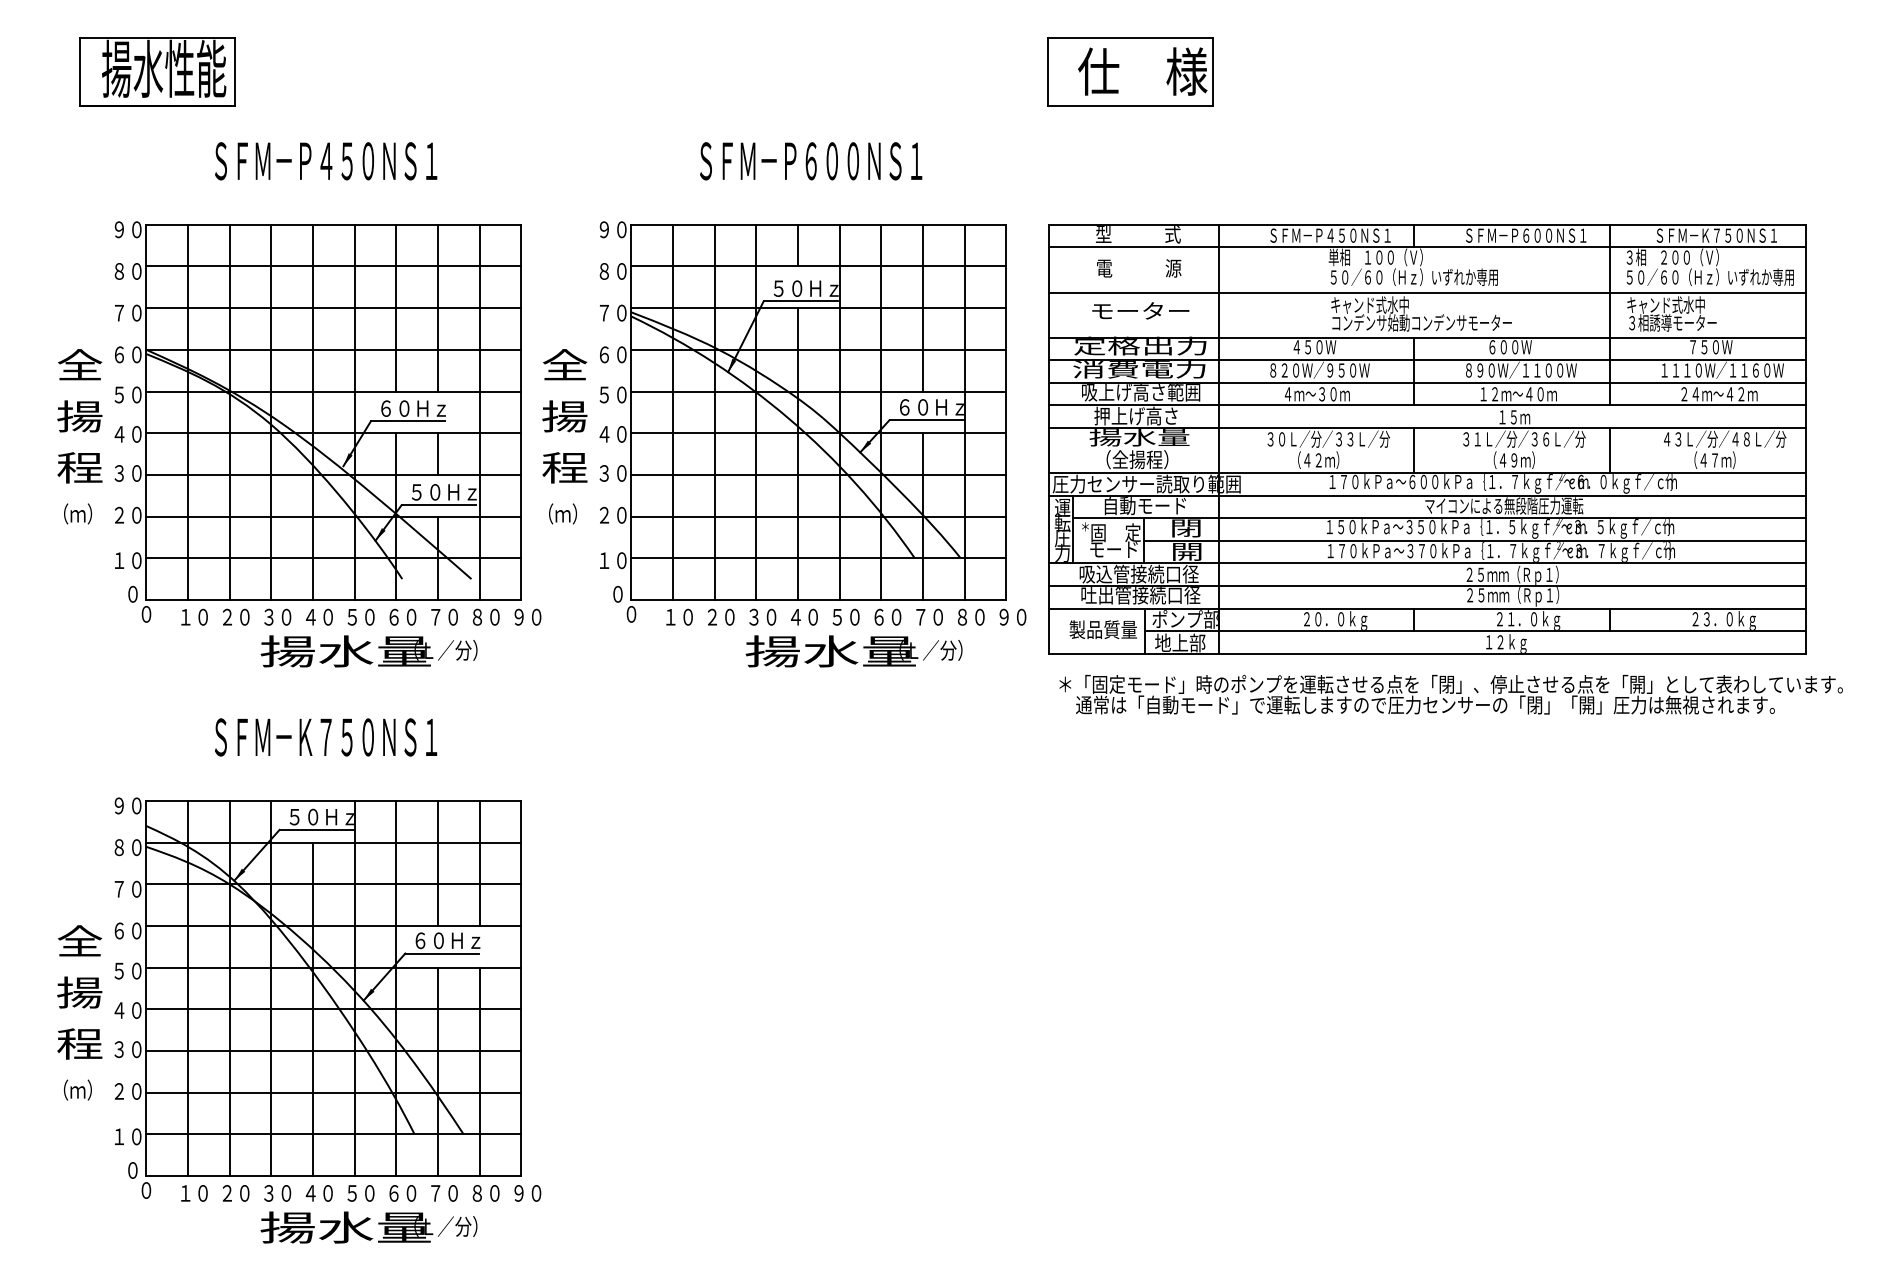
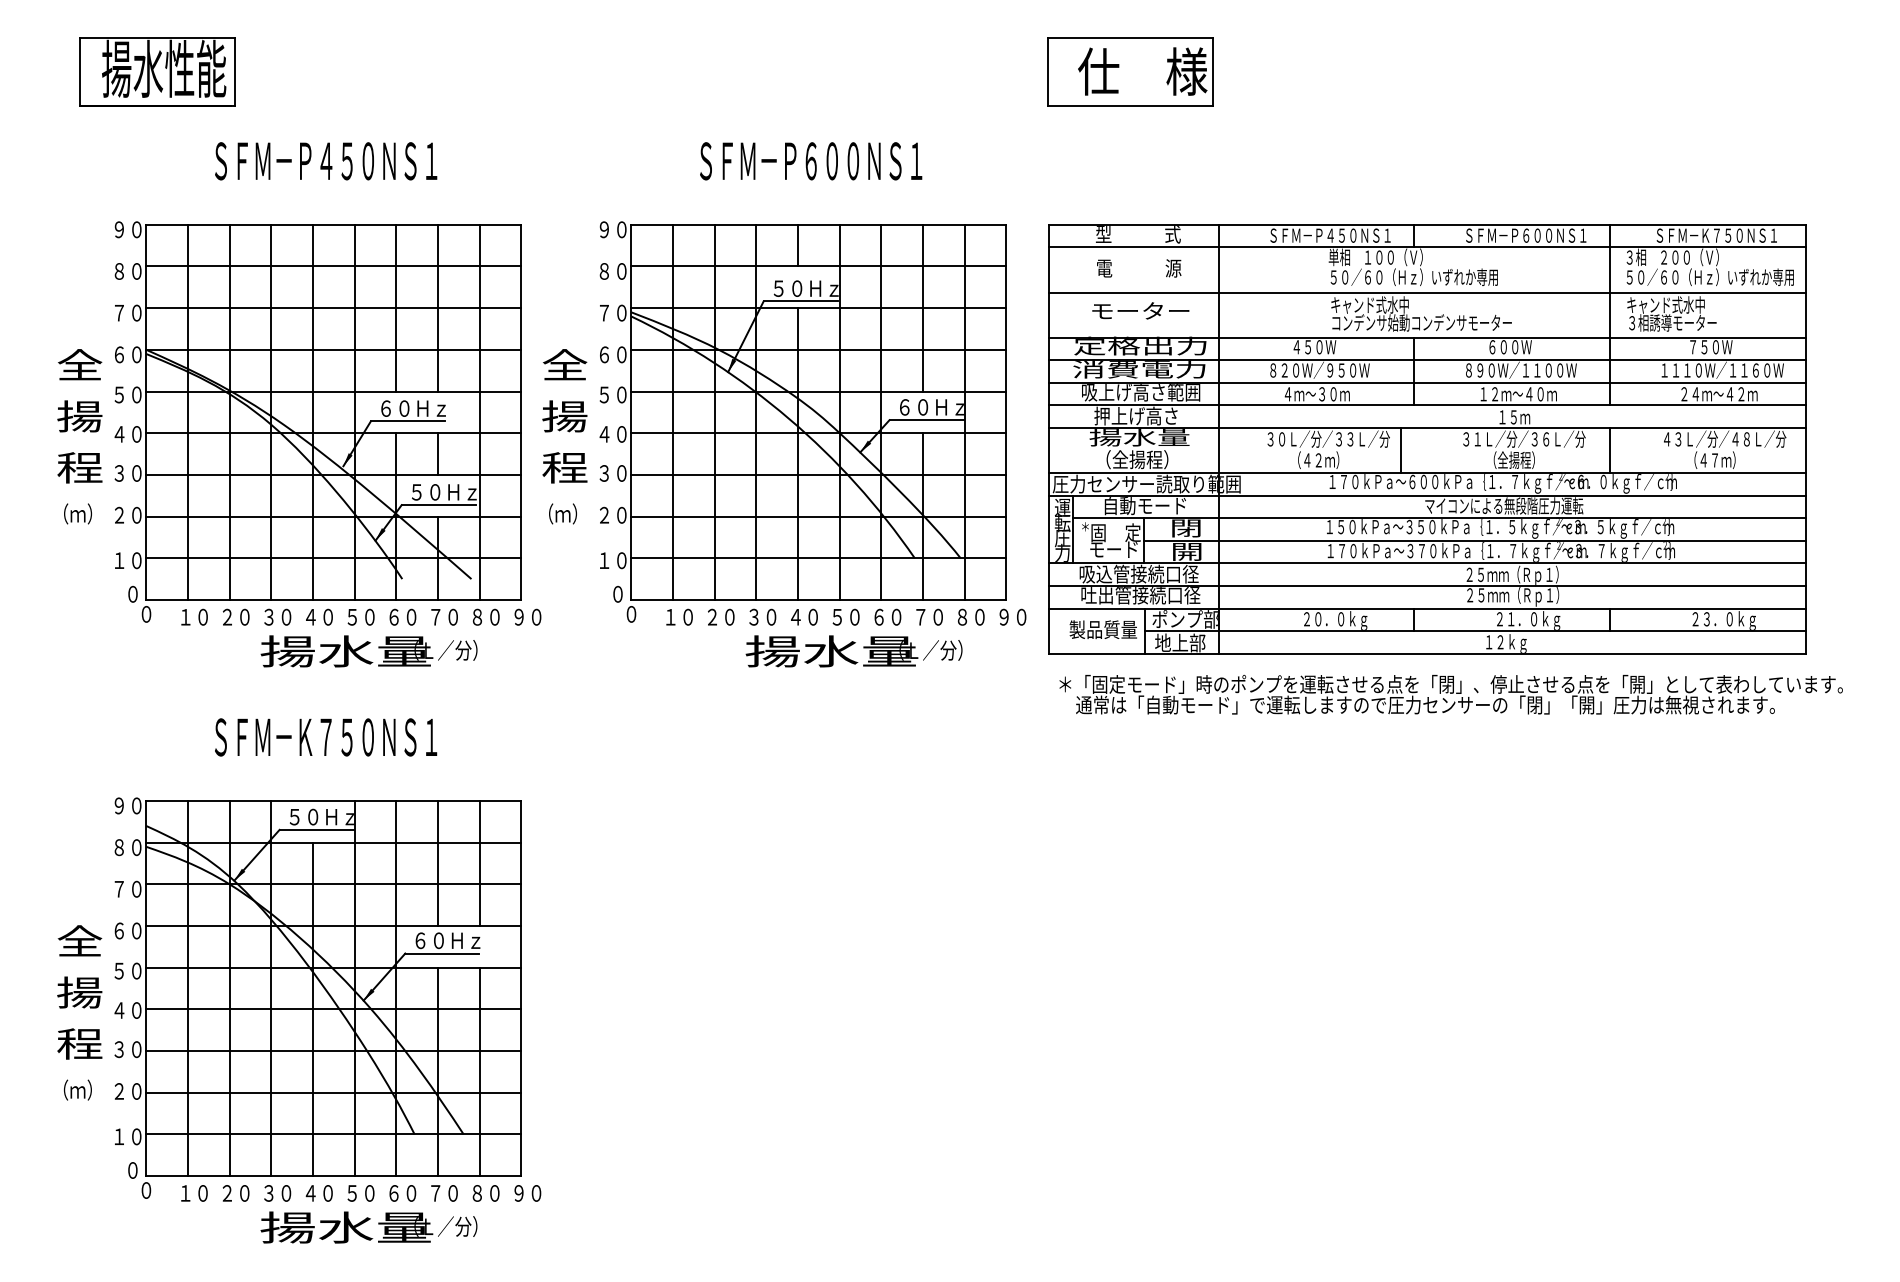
line at (1414, 450) position: (1414, 450) -> (1401, 450)
text at (1513, 459): （４９ｍ） -> （全揚程）
